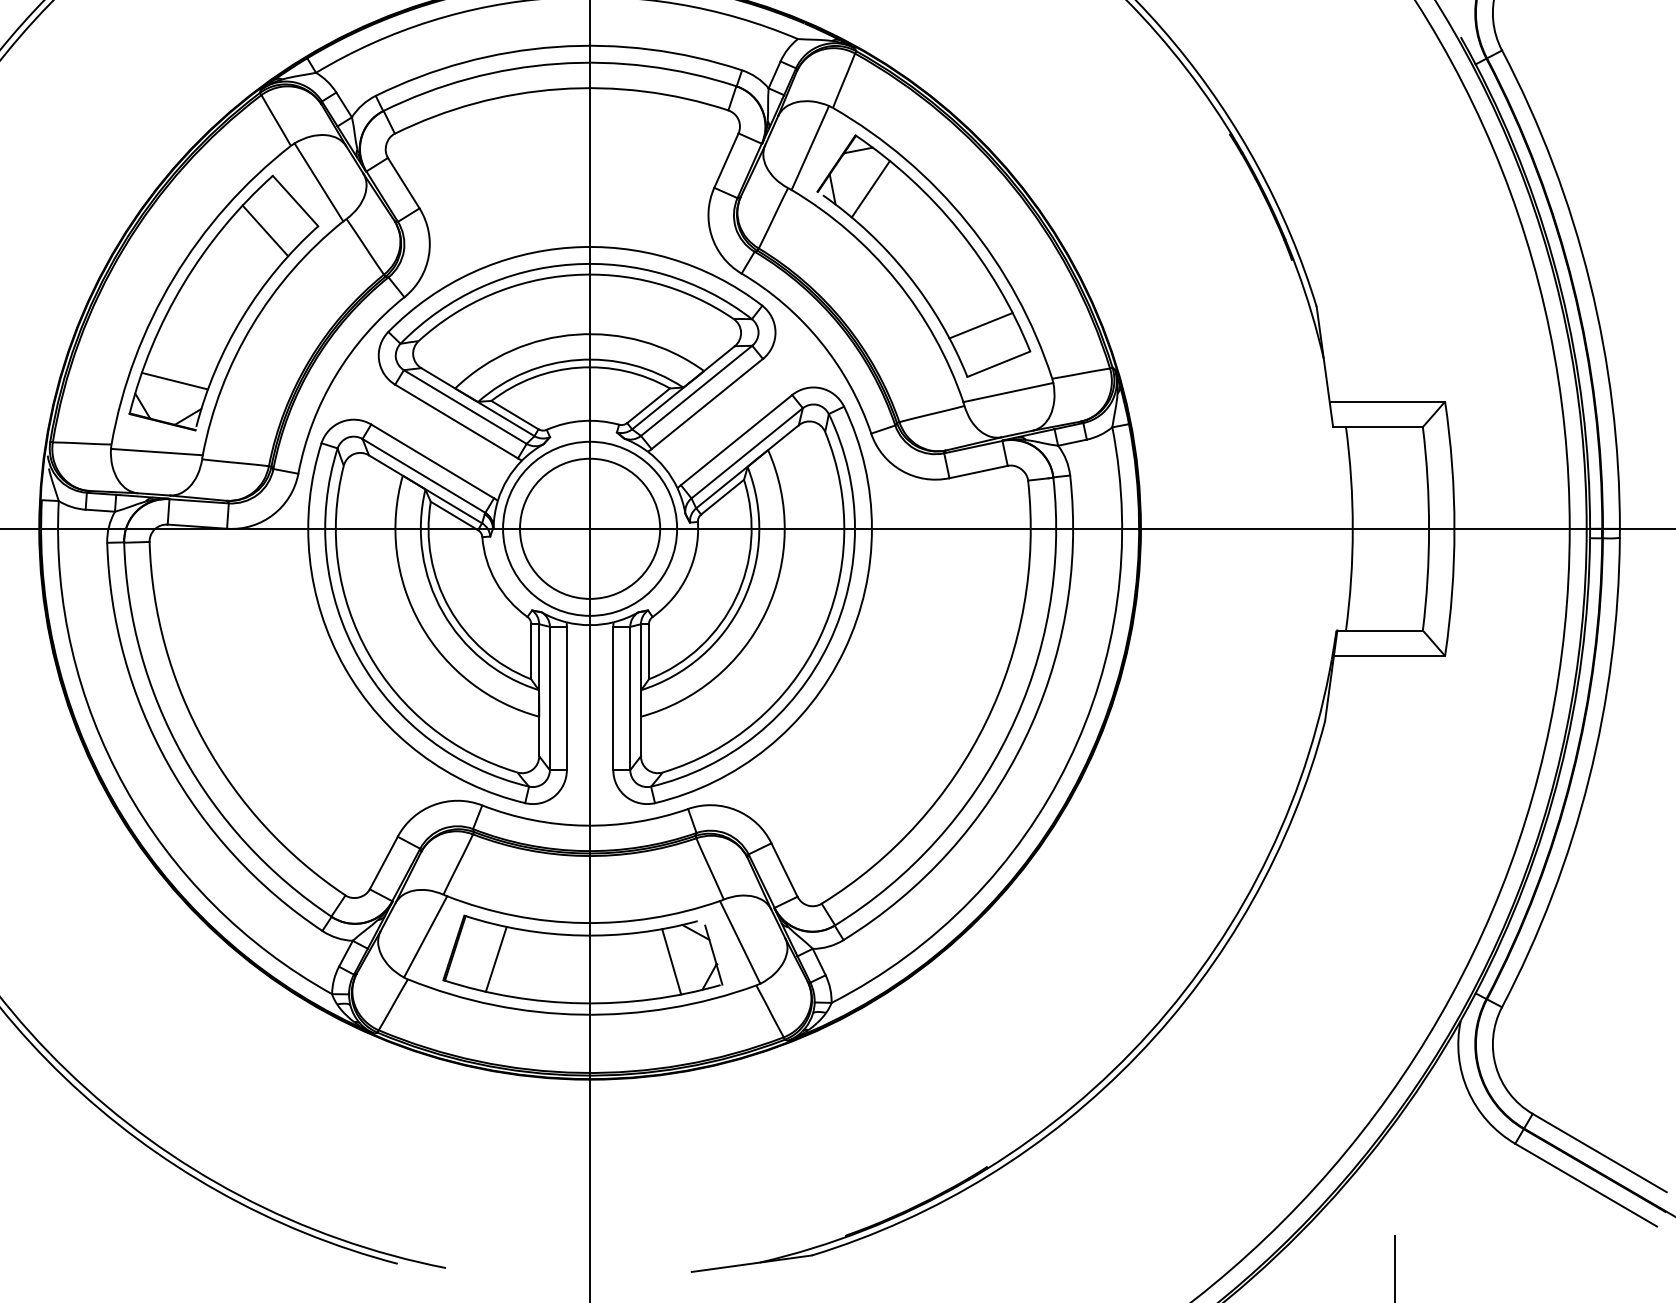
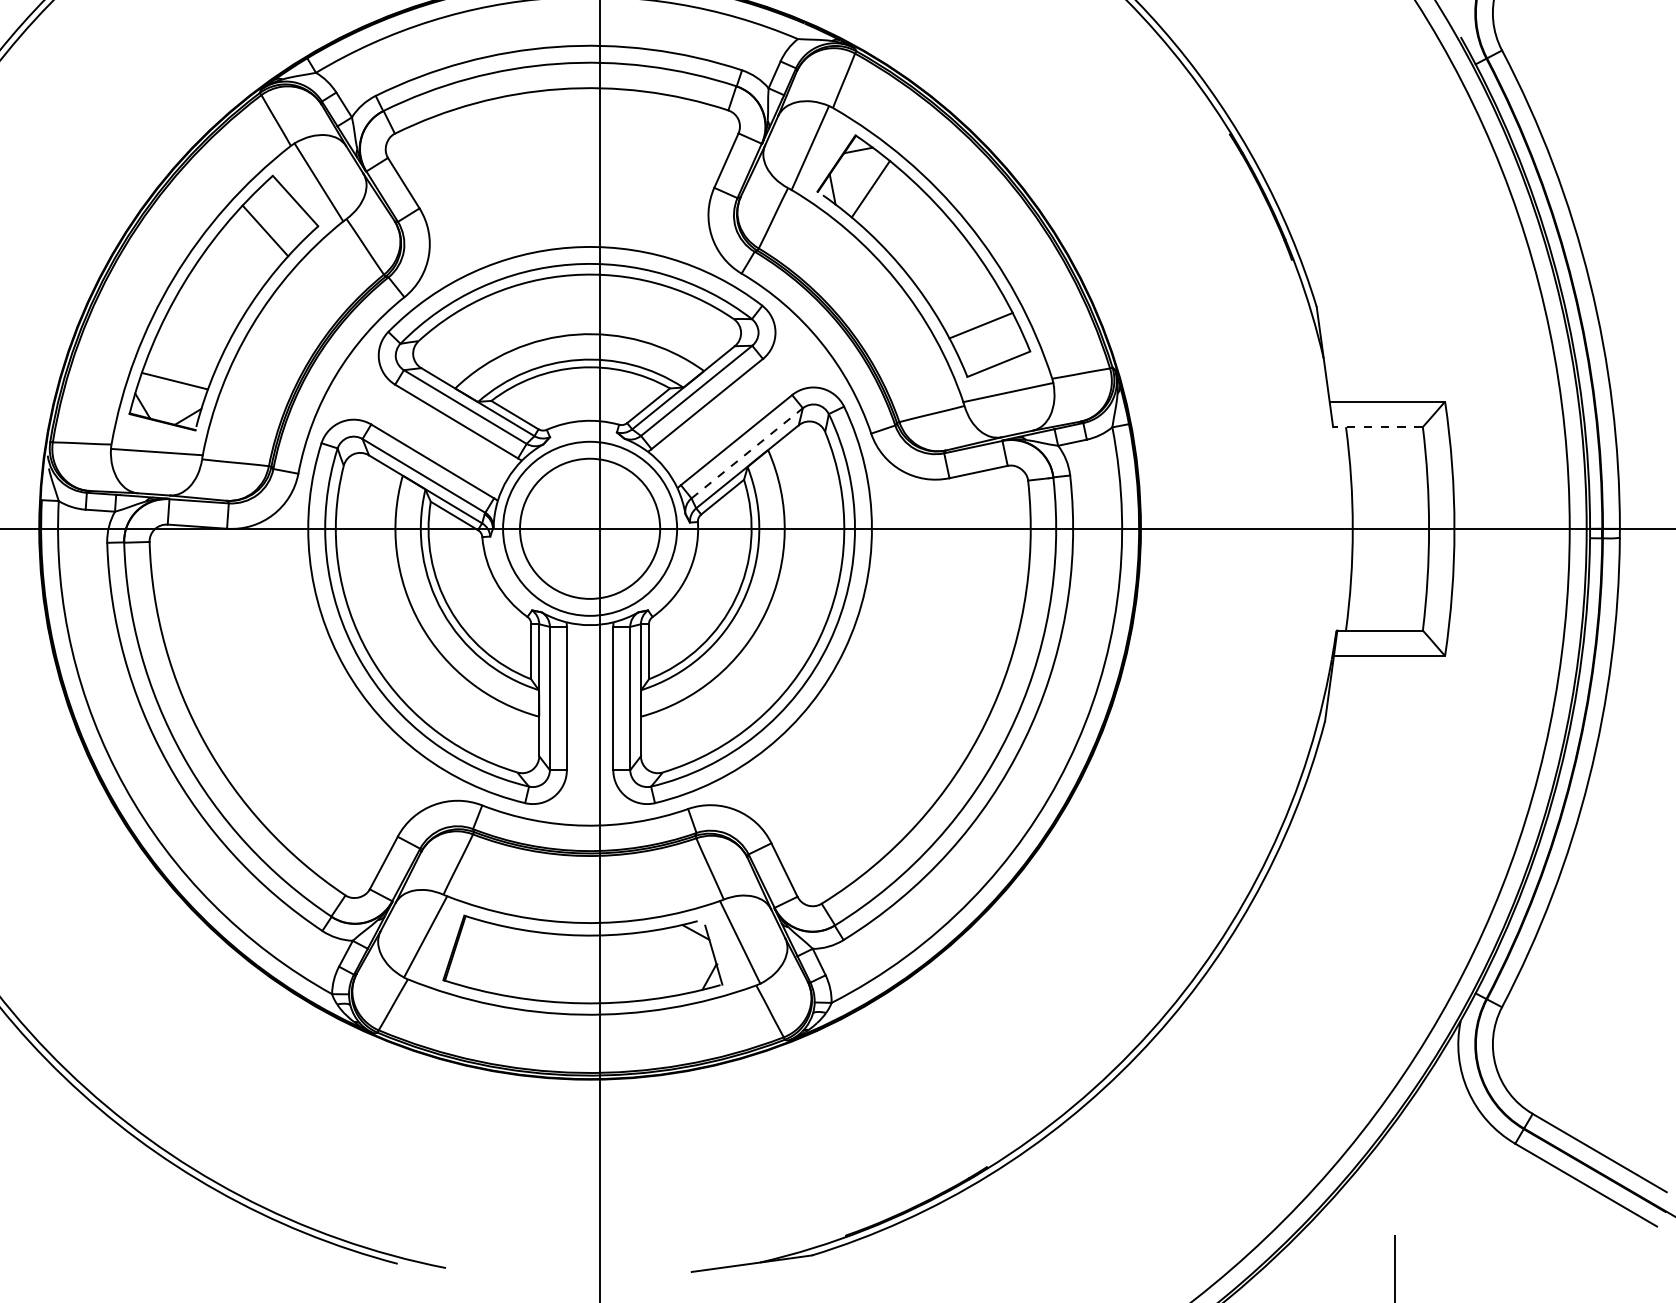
line at (1378, 427): solid -> dashed
line at (747, 453): solid -> dashed
line at (590, 650) position: (590, 650) -> (600, 650)
line at (495, 959): present -> none
line at (671, 961): present -> none
